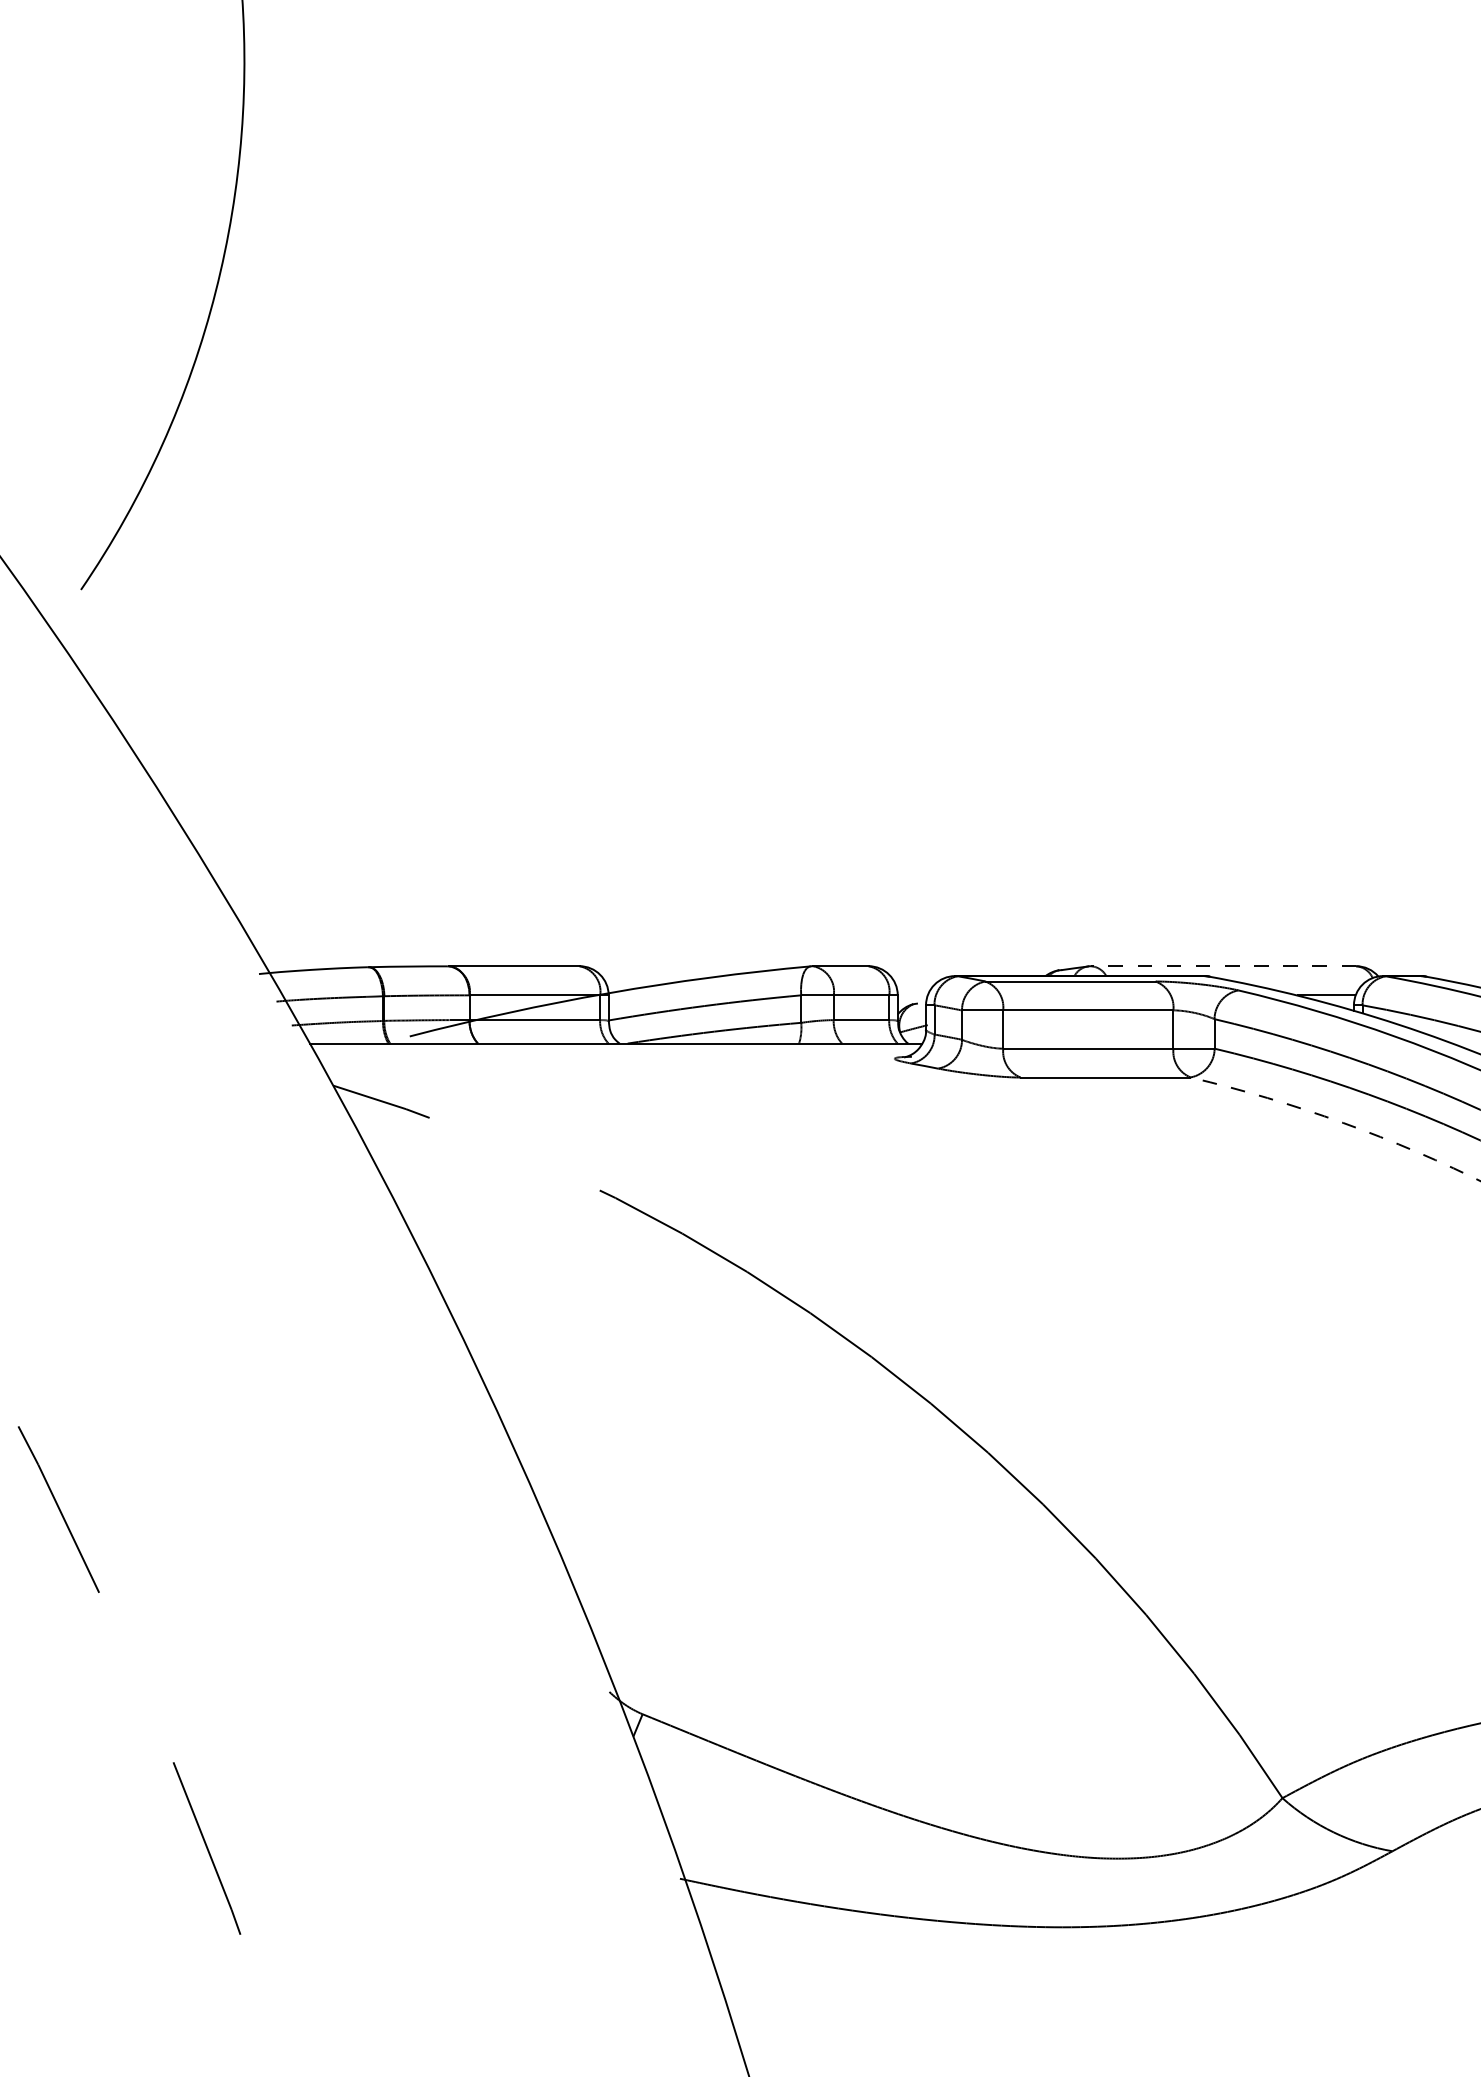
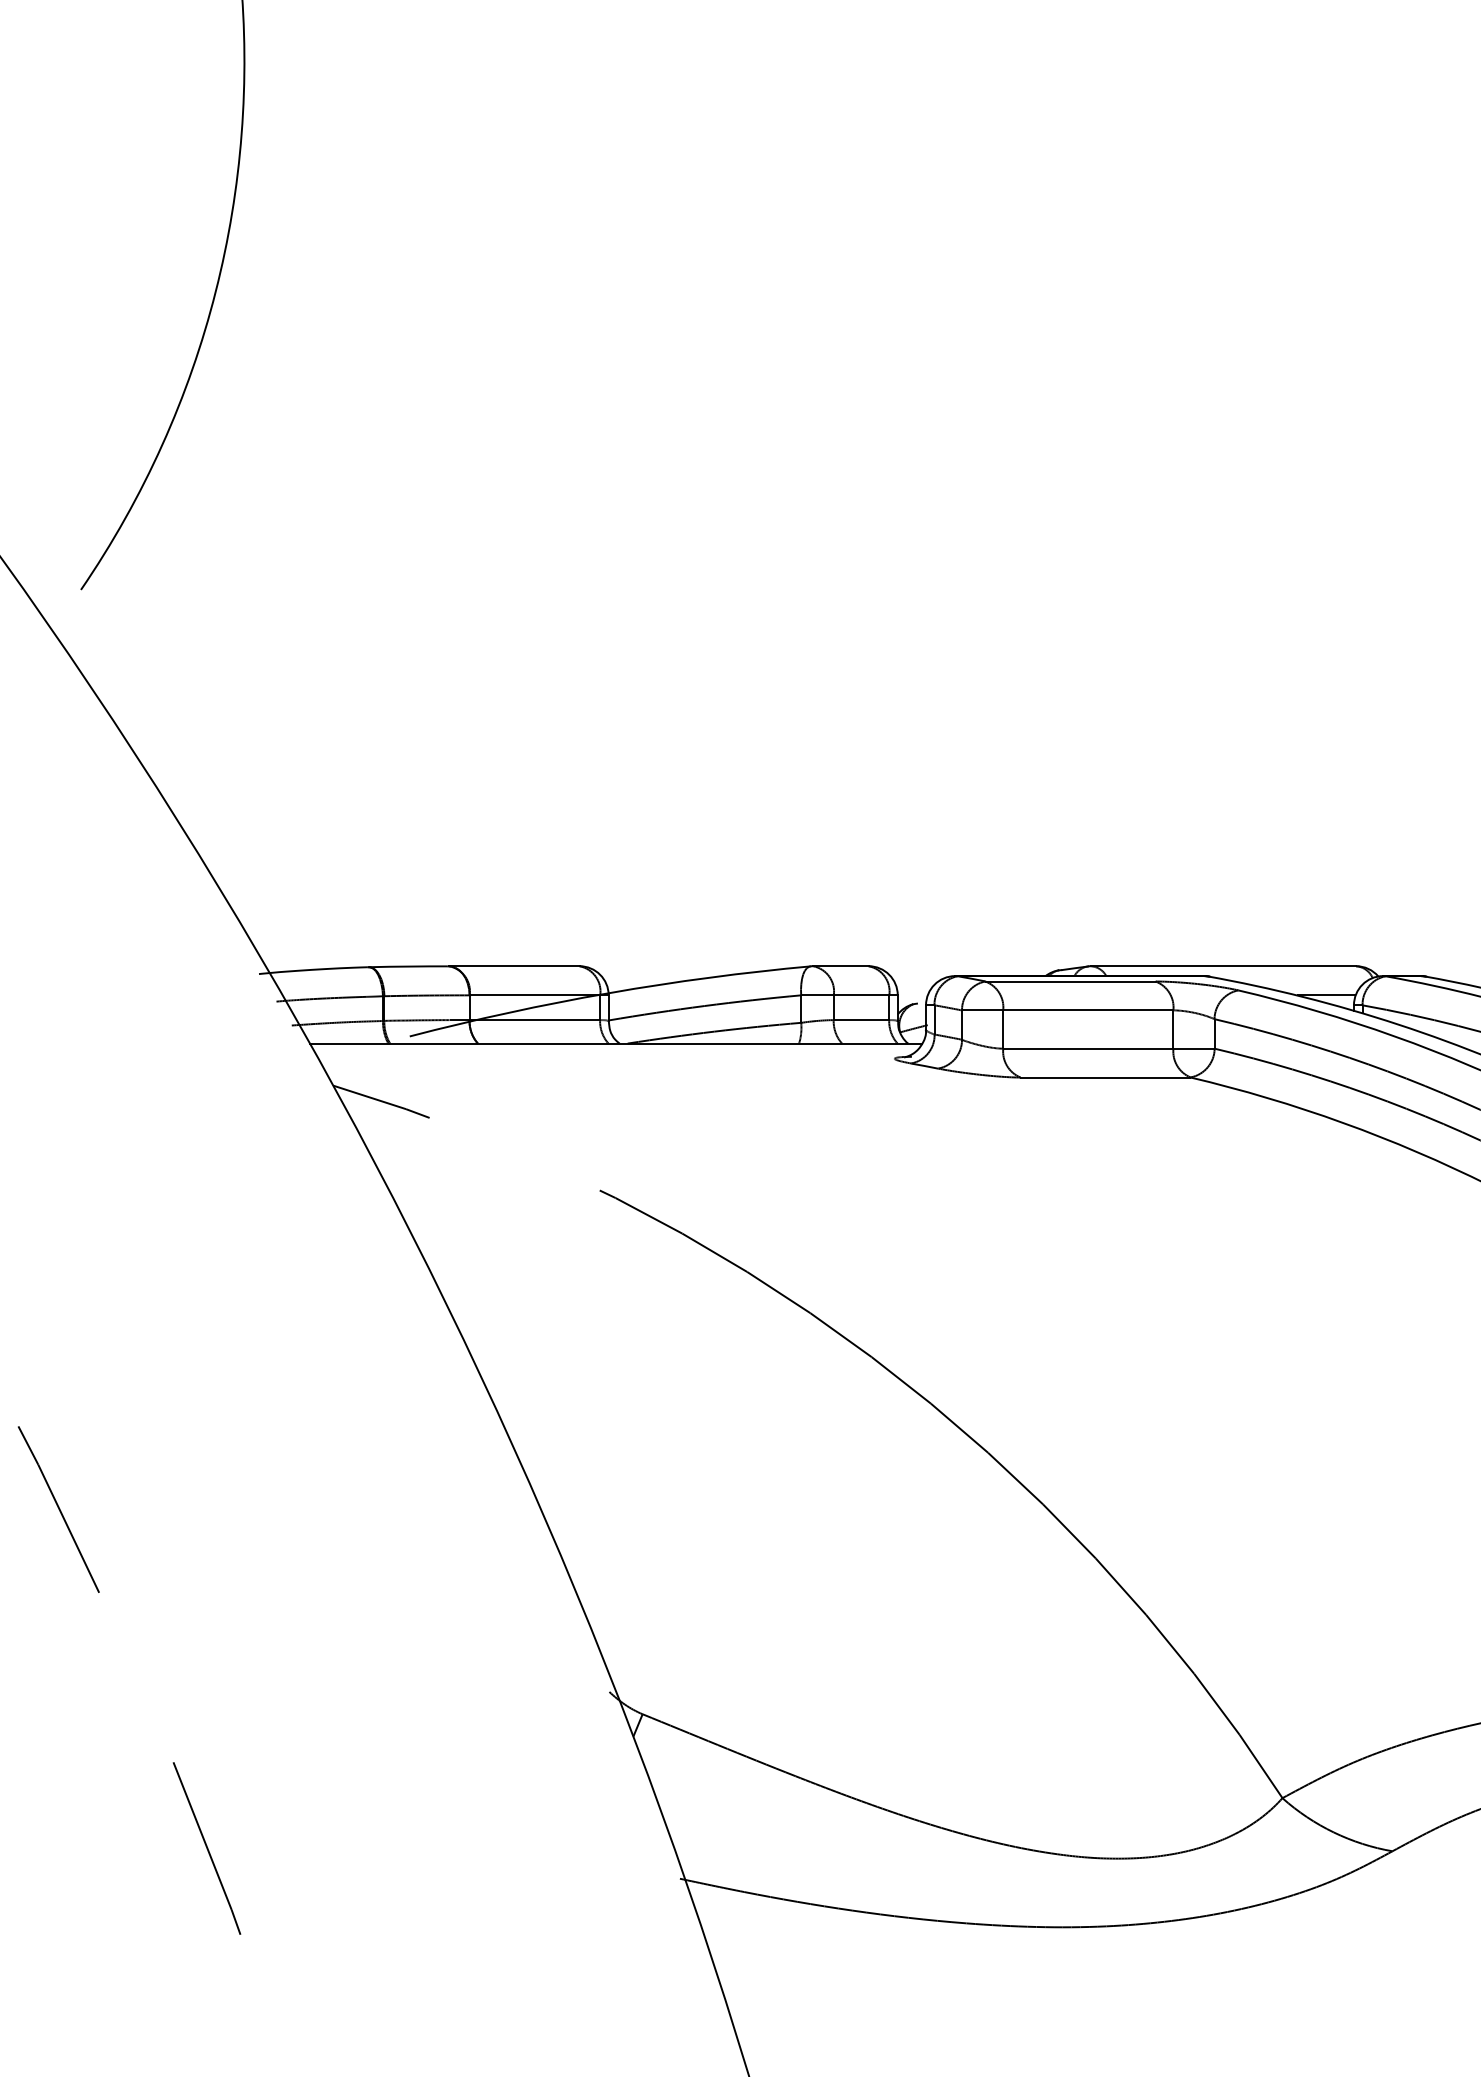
line at (1223, 966): dashed -> solid
arc at (1338, 1121): dashed -> solid
